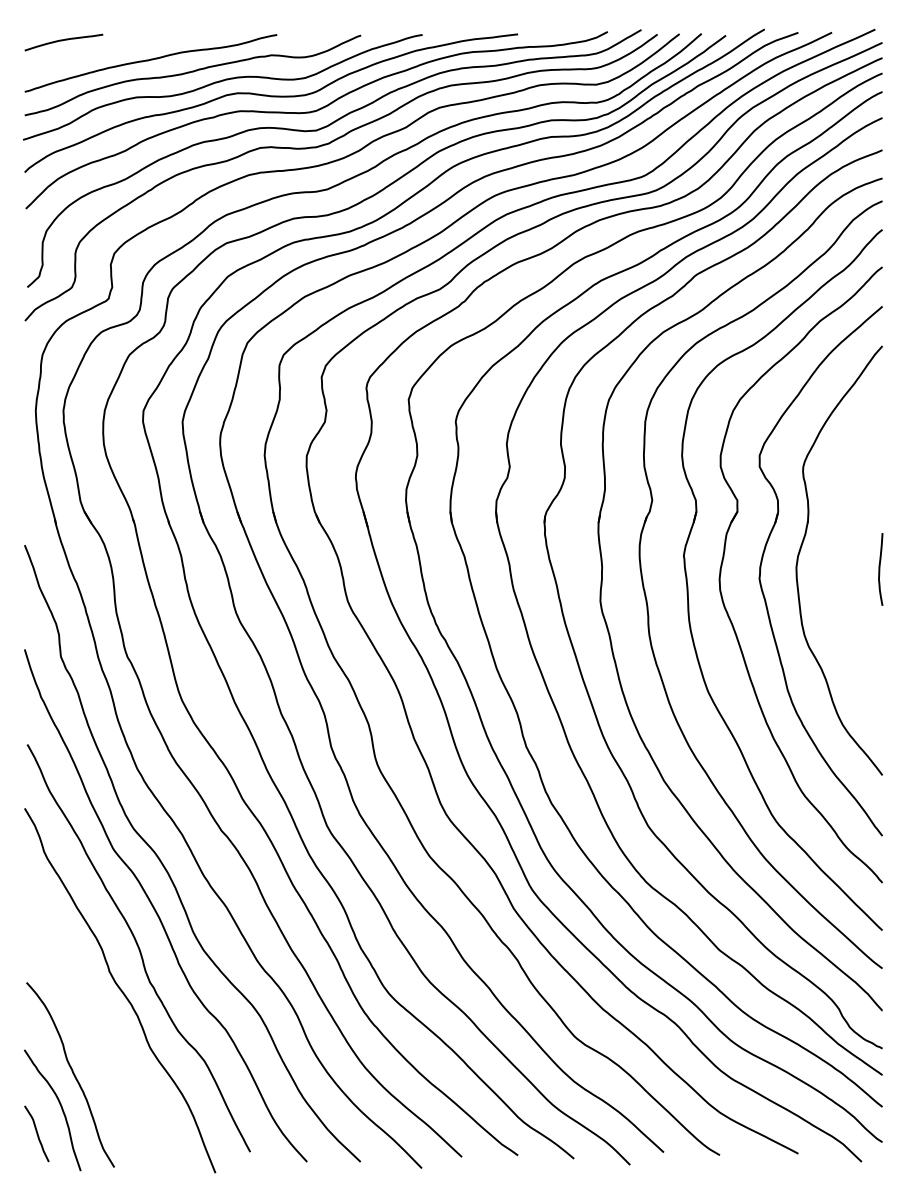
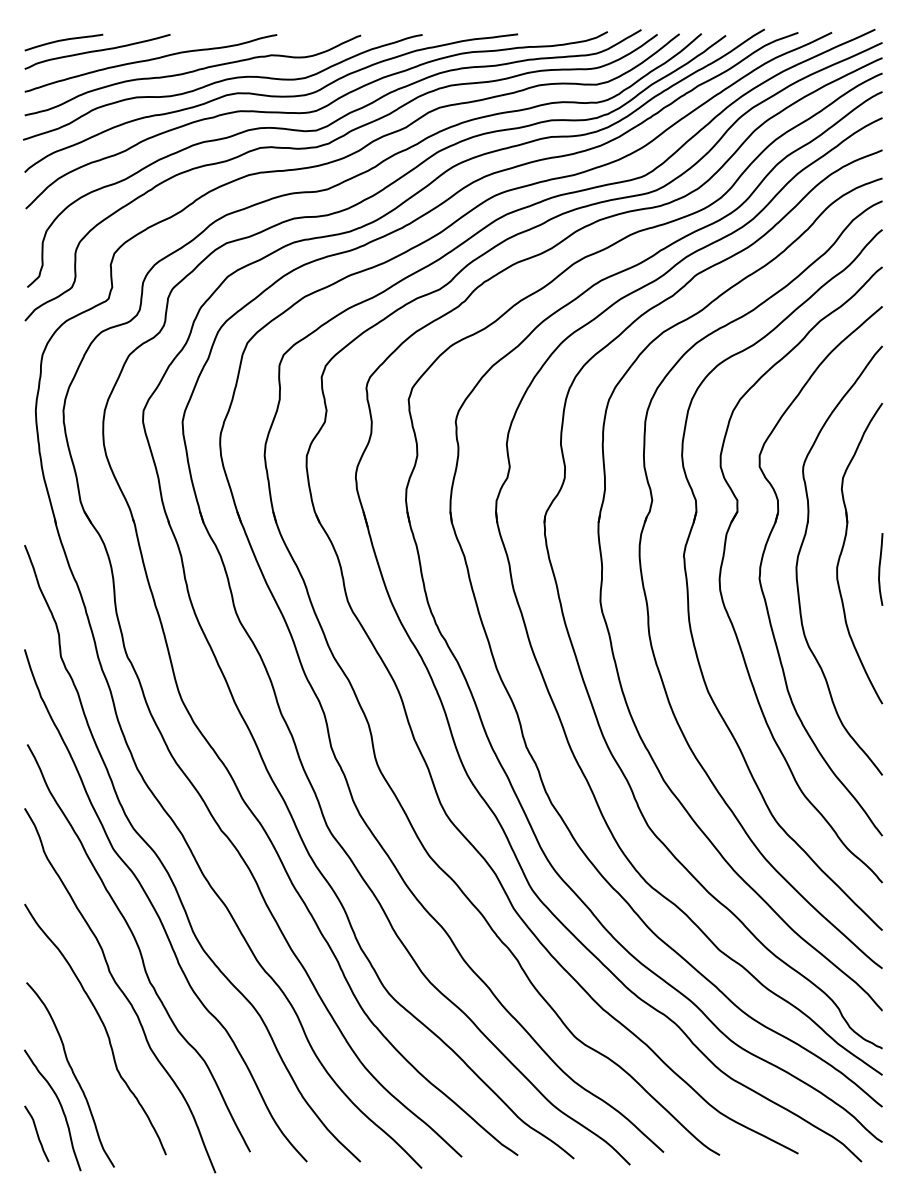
curve at (97, 51): none -> present
part at (843, 549): none -> present
curve at (103, 1026): none -> present
